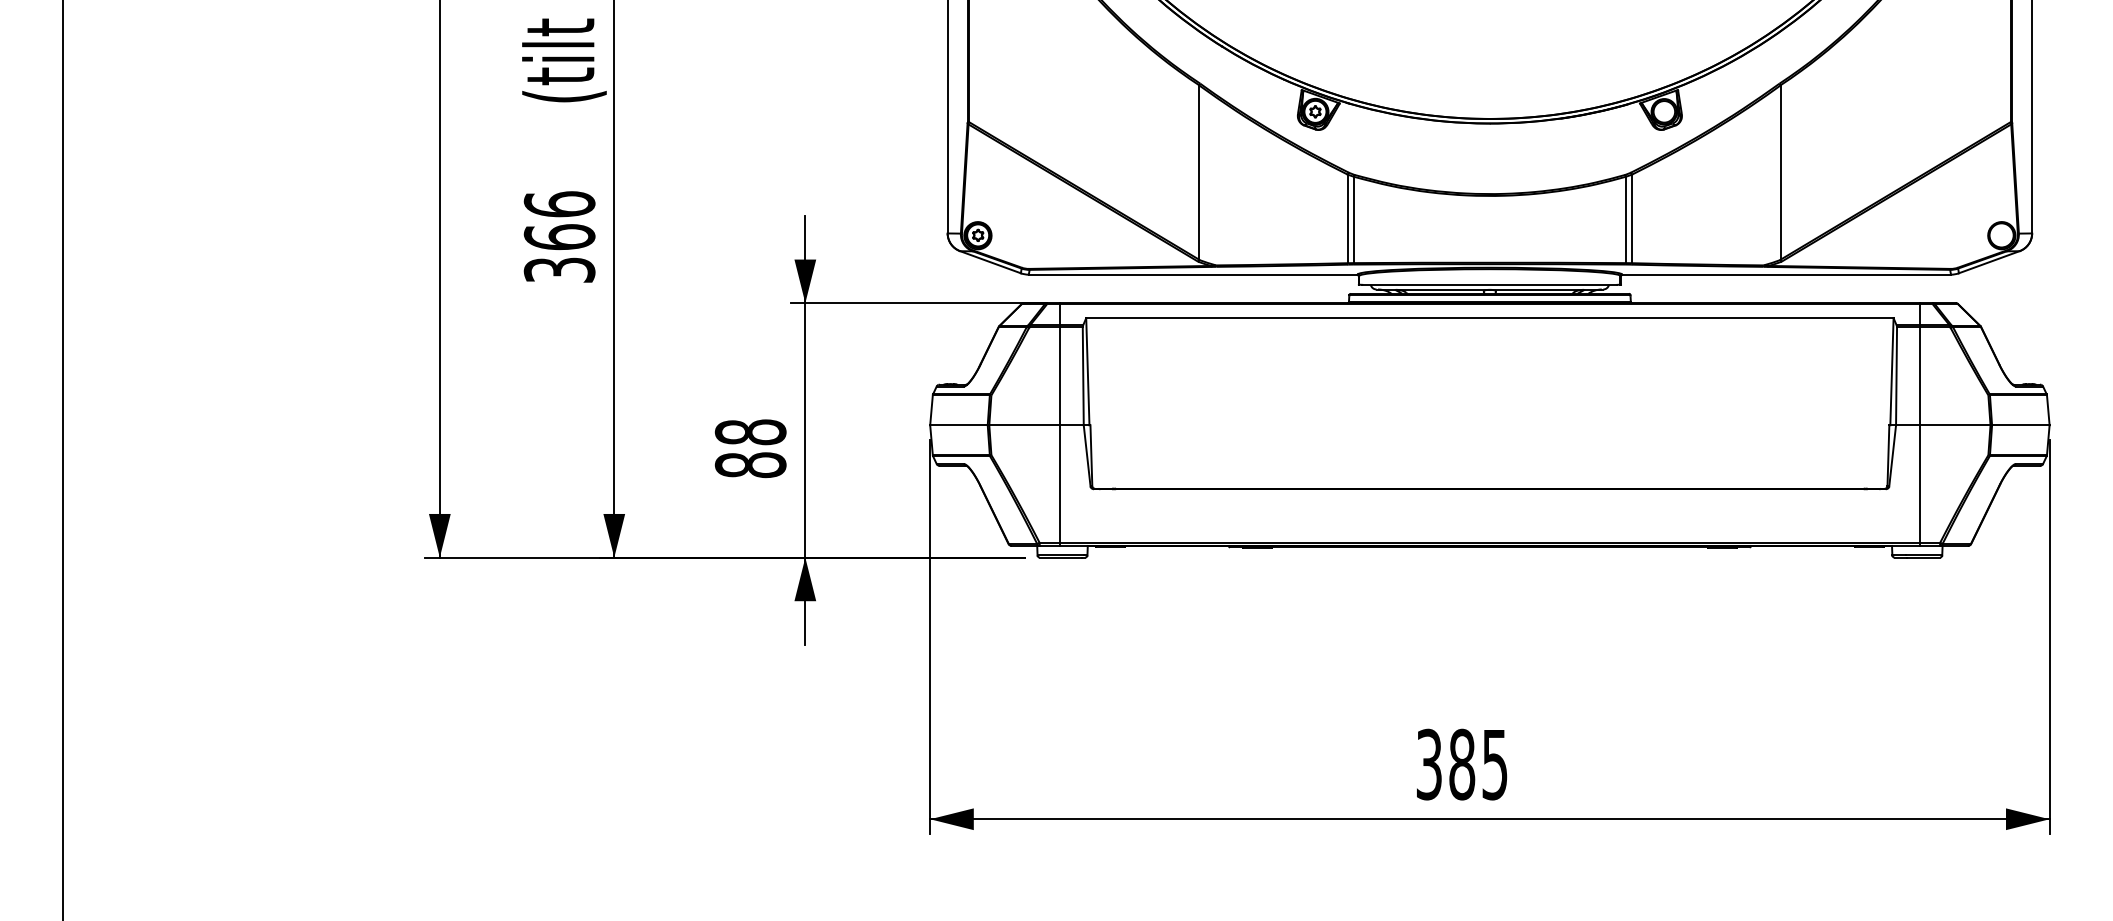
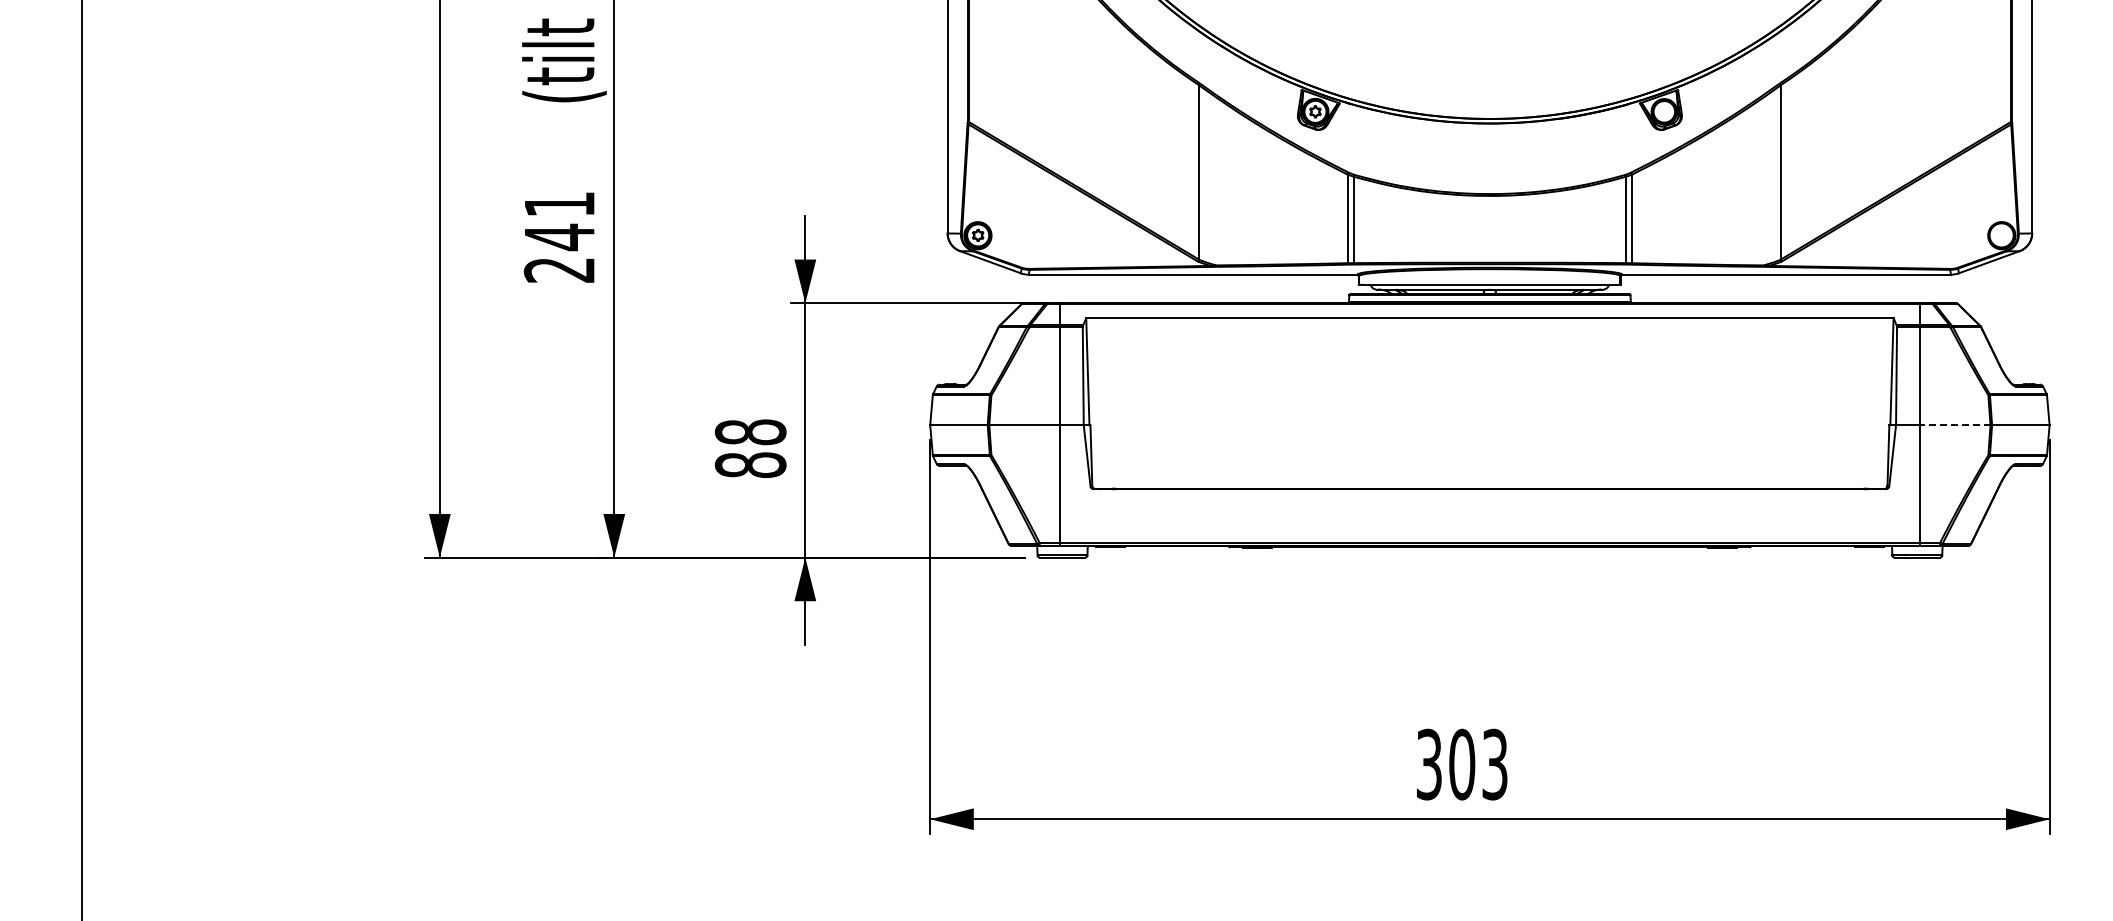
text at (559, 236): 366 -> 241
line at (1954, 425): solid -> dashed
line at (63, 459) position: (63, 459) -> (82, 459)
text at (1478, 764): 385 -> 303
